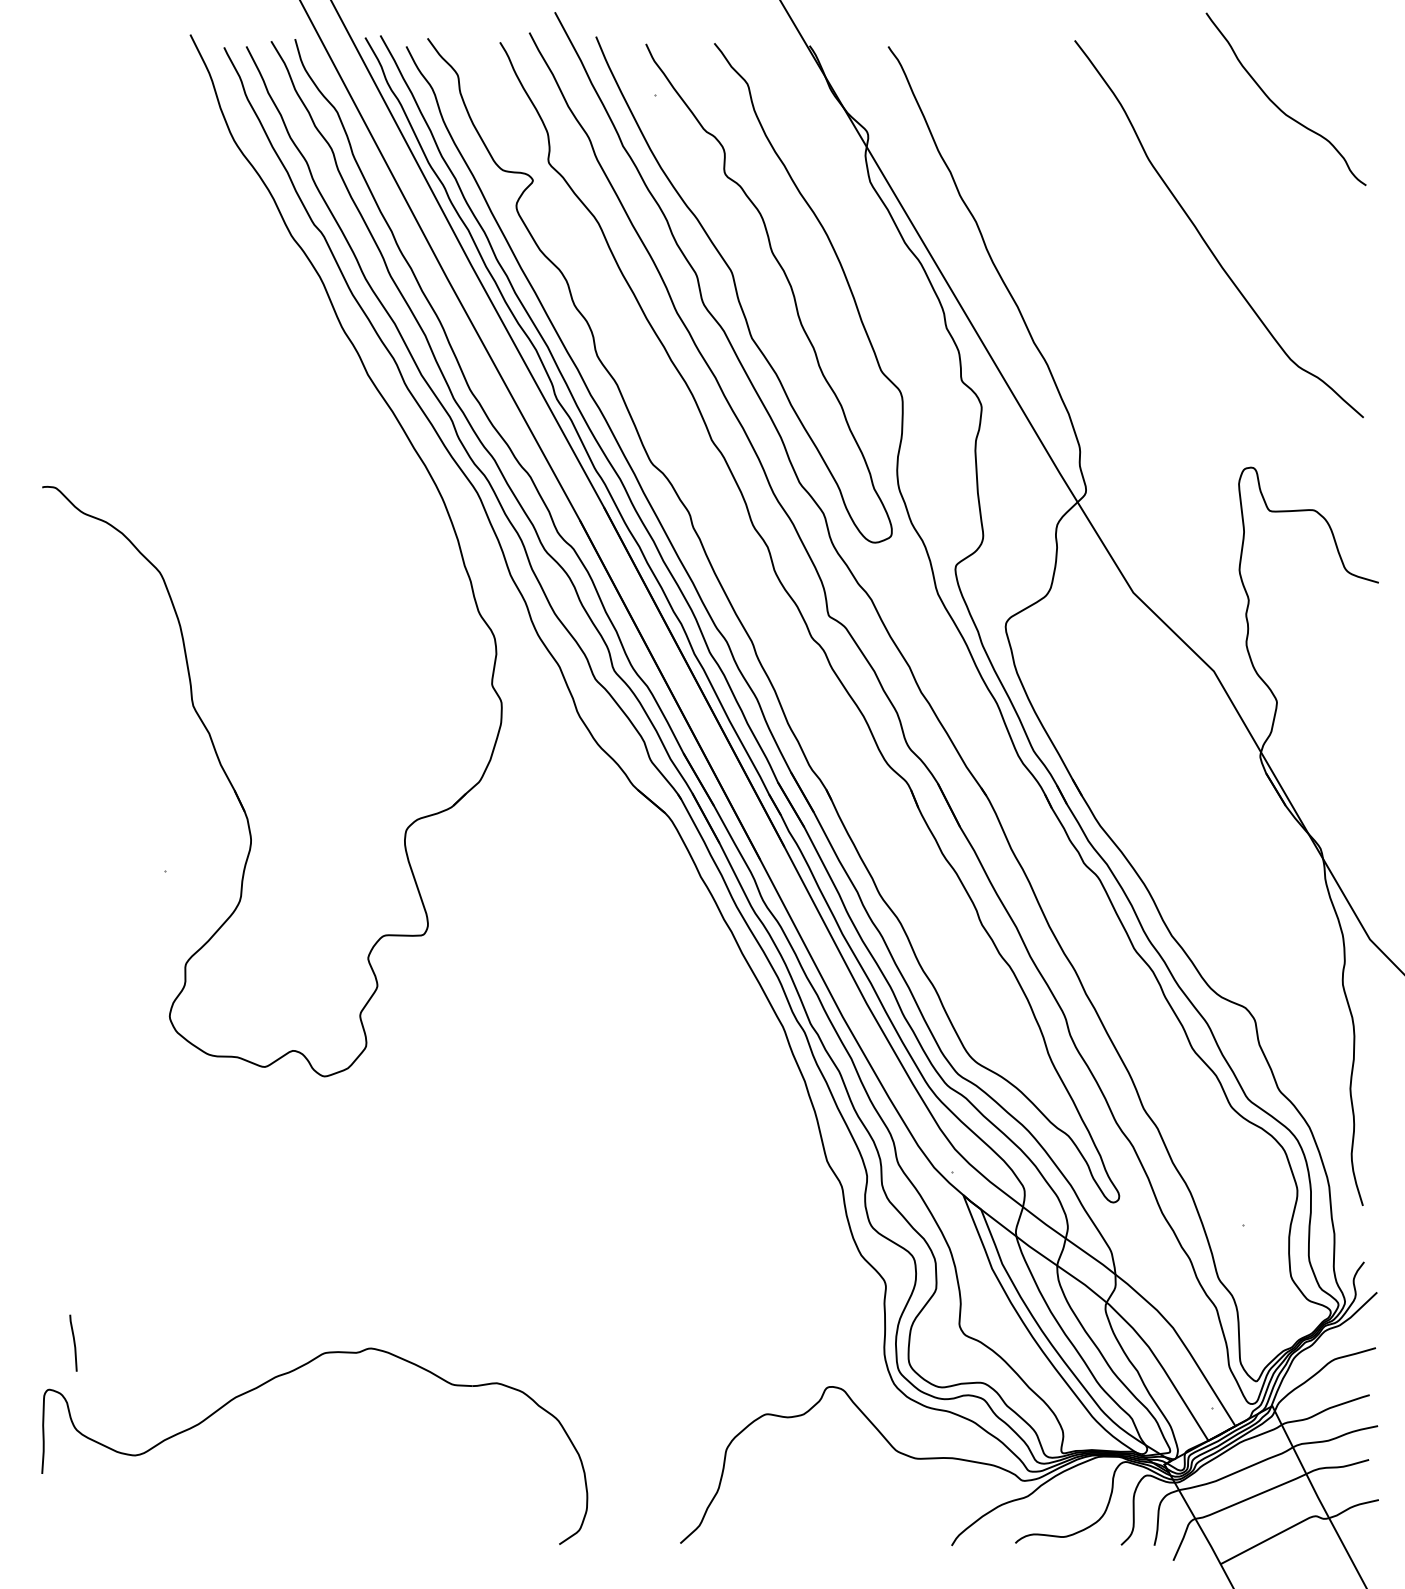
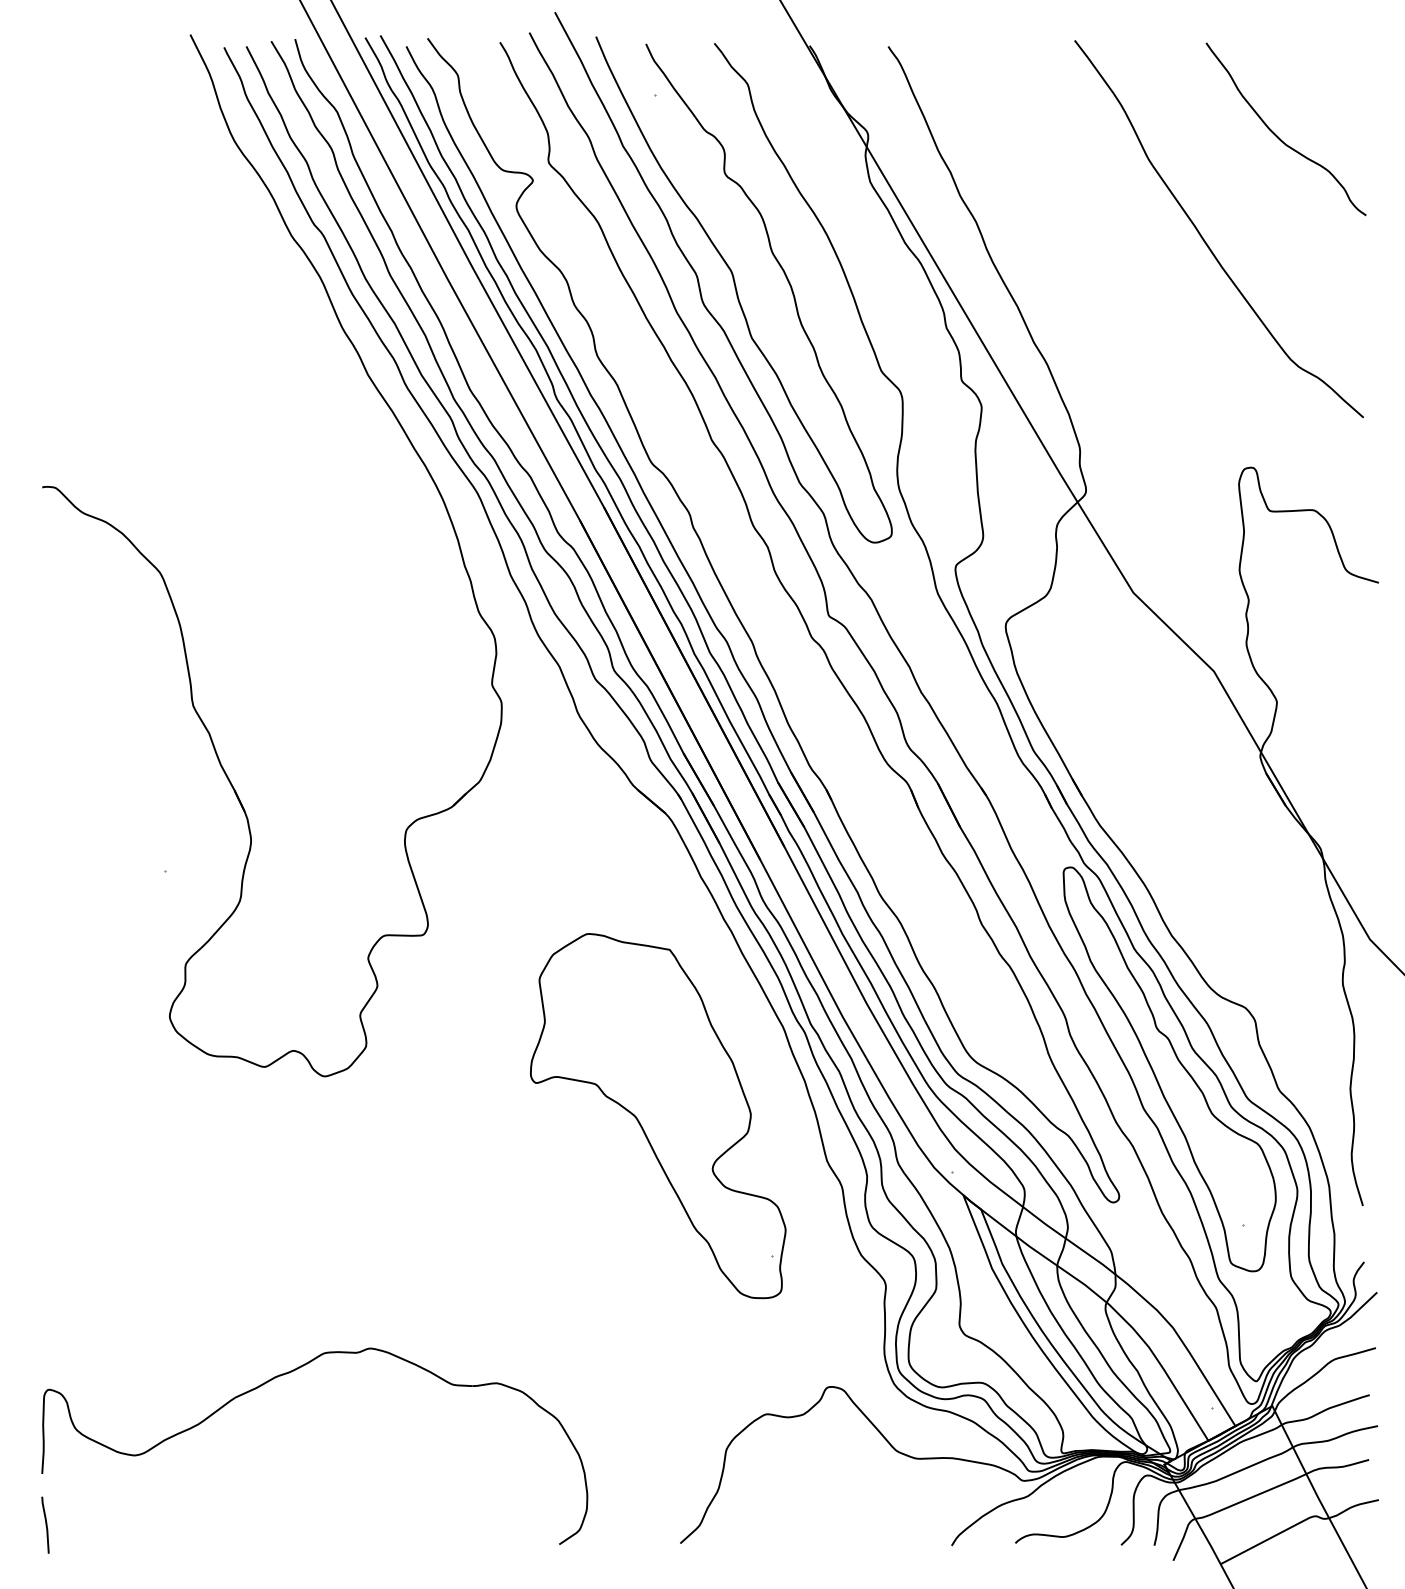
curve at (1278, 106) position: (1278, 106) -> (1278, 136)
part at (1169, 1069): none -> present
part at (658, 1116): none -> present
line at (73, 1342) position: (73, 1342) -> (45, 1524)
